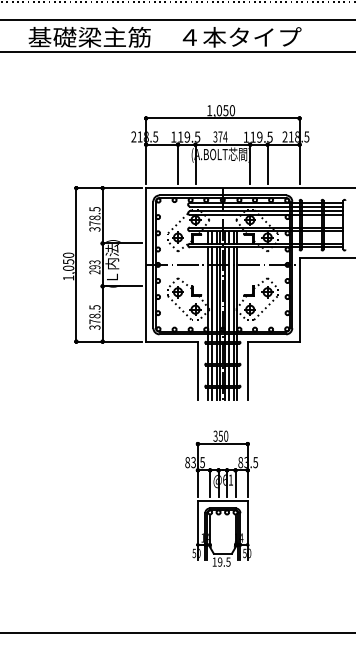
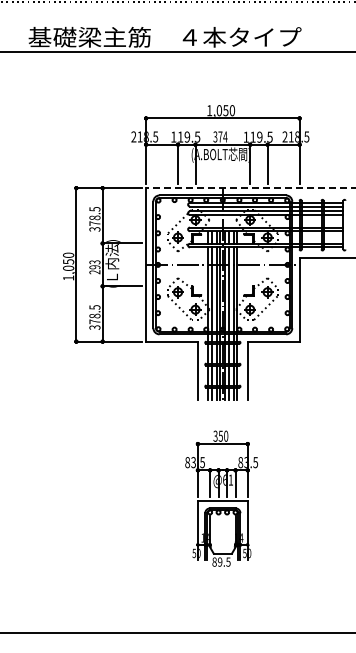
line at (177, 19): present -> none
line at (250, 188): solid -> dashed
text at (214, 561): 19.5 -> 89.5
